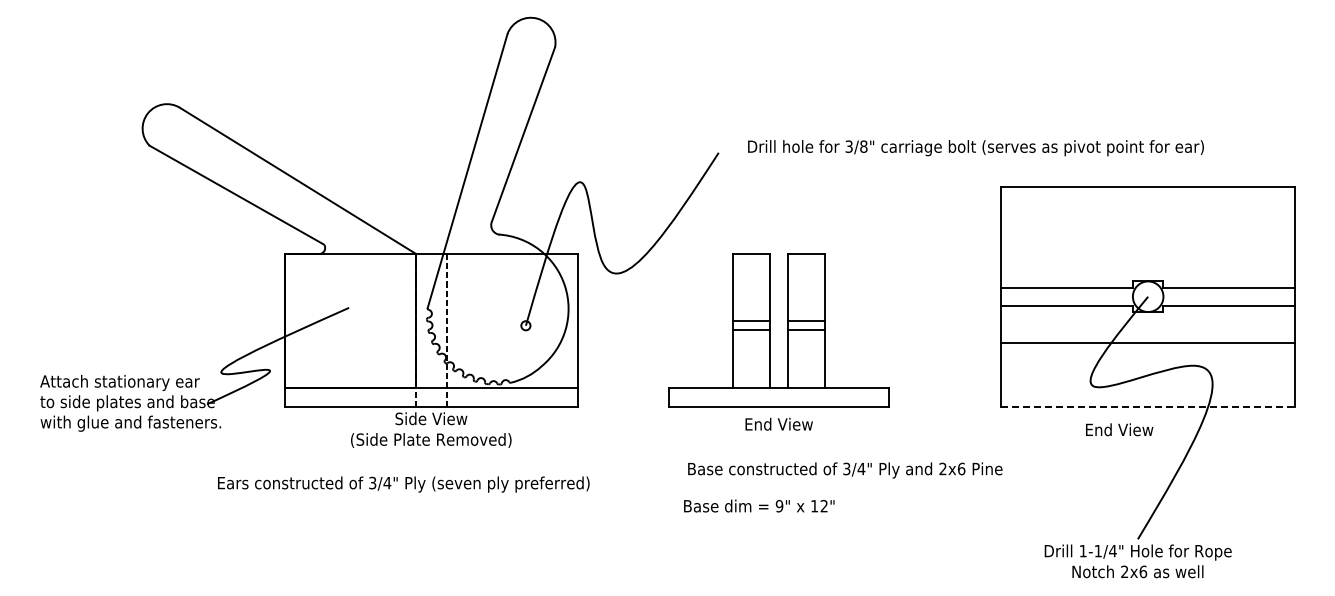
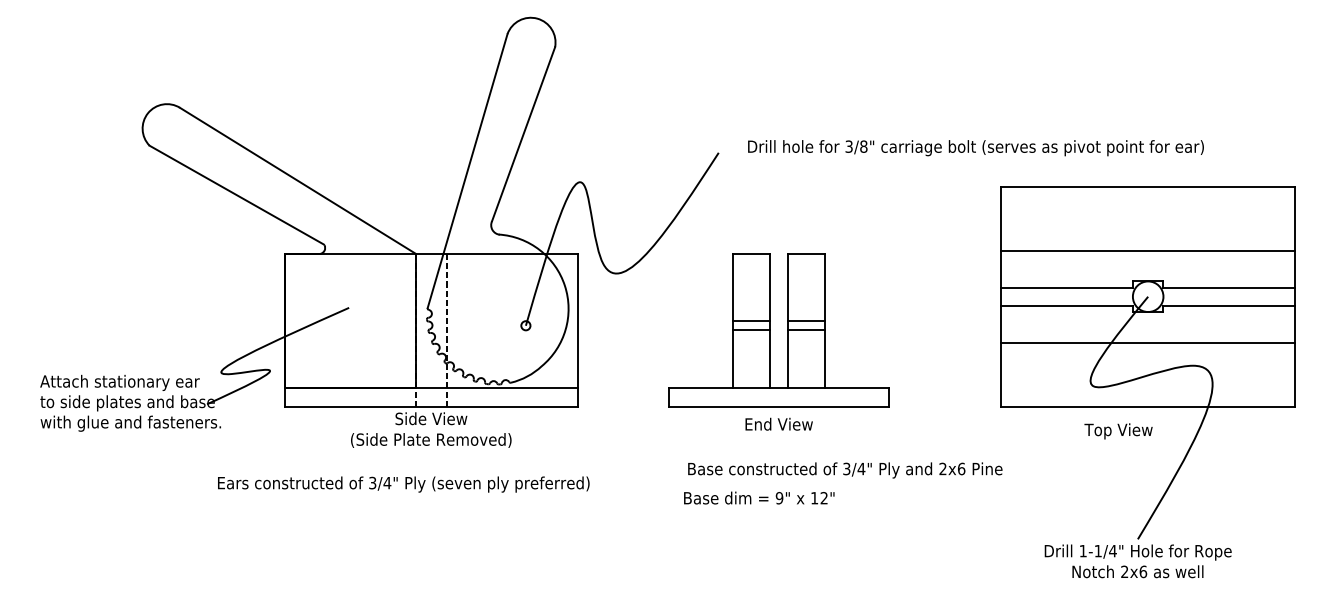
line at (1147, 250): none -> present
line at (1148, 406): dashed -> solid
text at (1118, 431): End View -> Top View
text at (759, 505) position: (759, 505) -> (759, 497)
